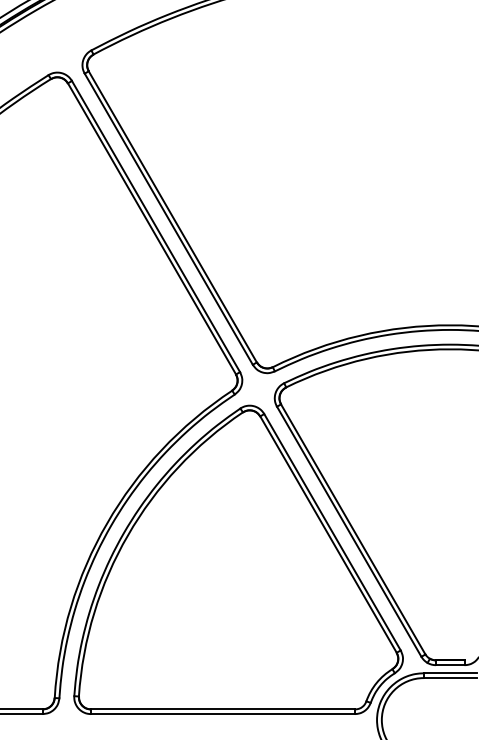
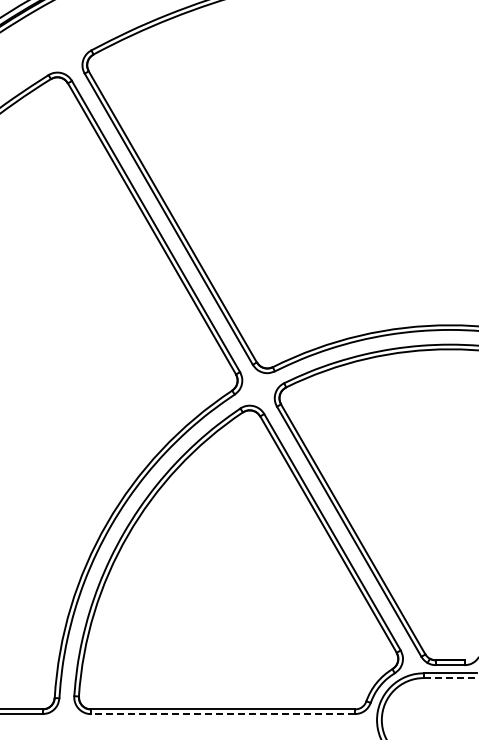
line at (450, 678): solid -> dashed
line at (222, 714): solid -> dashed
